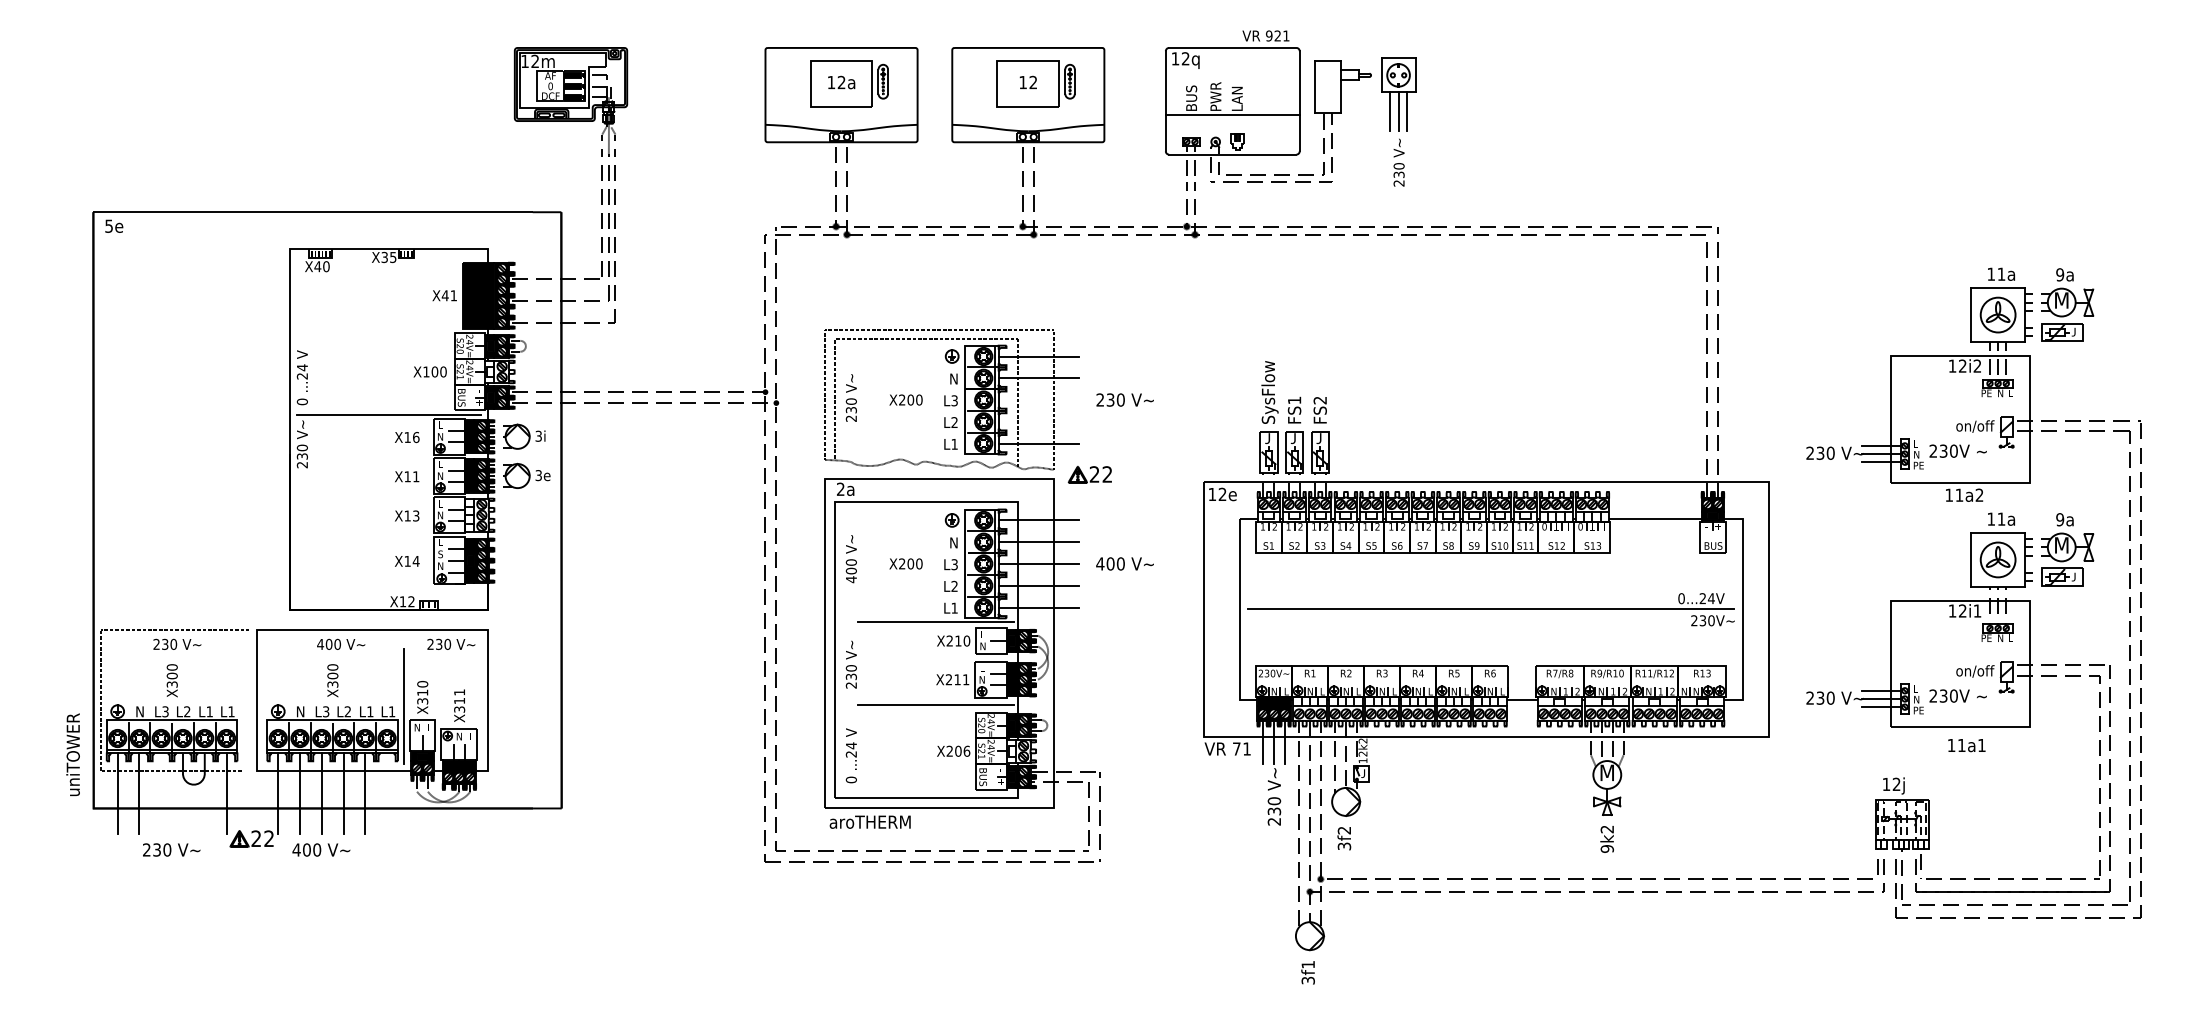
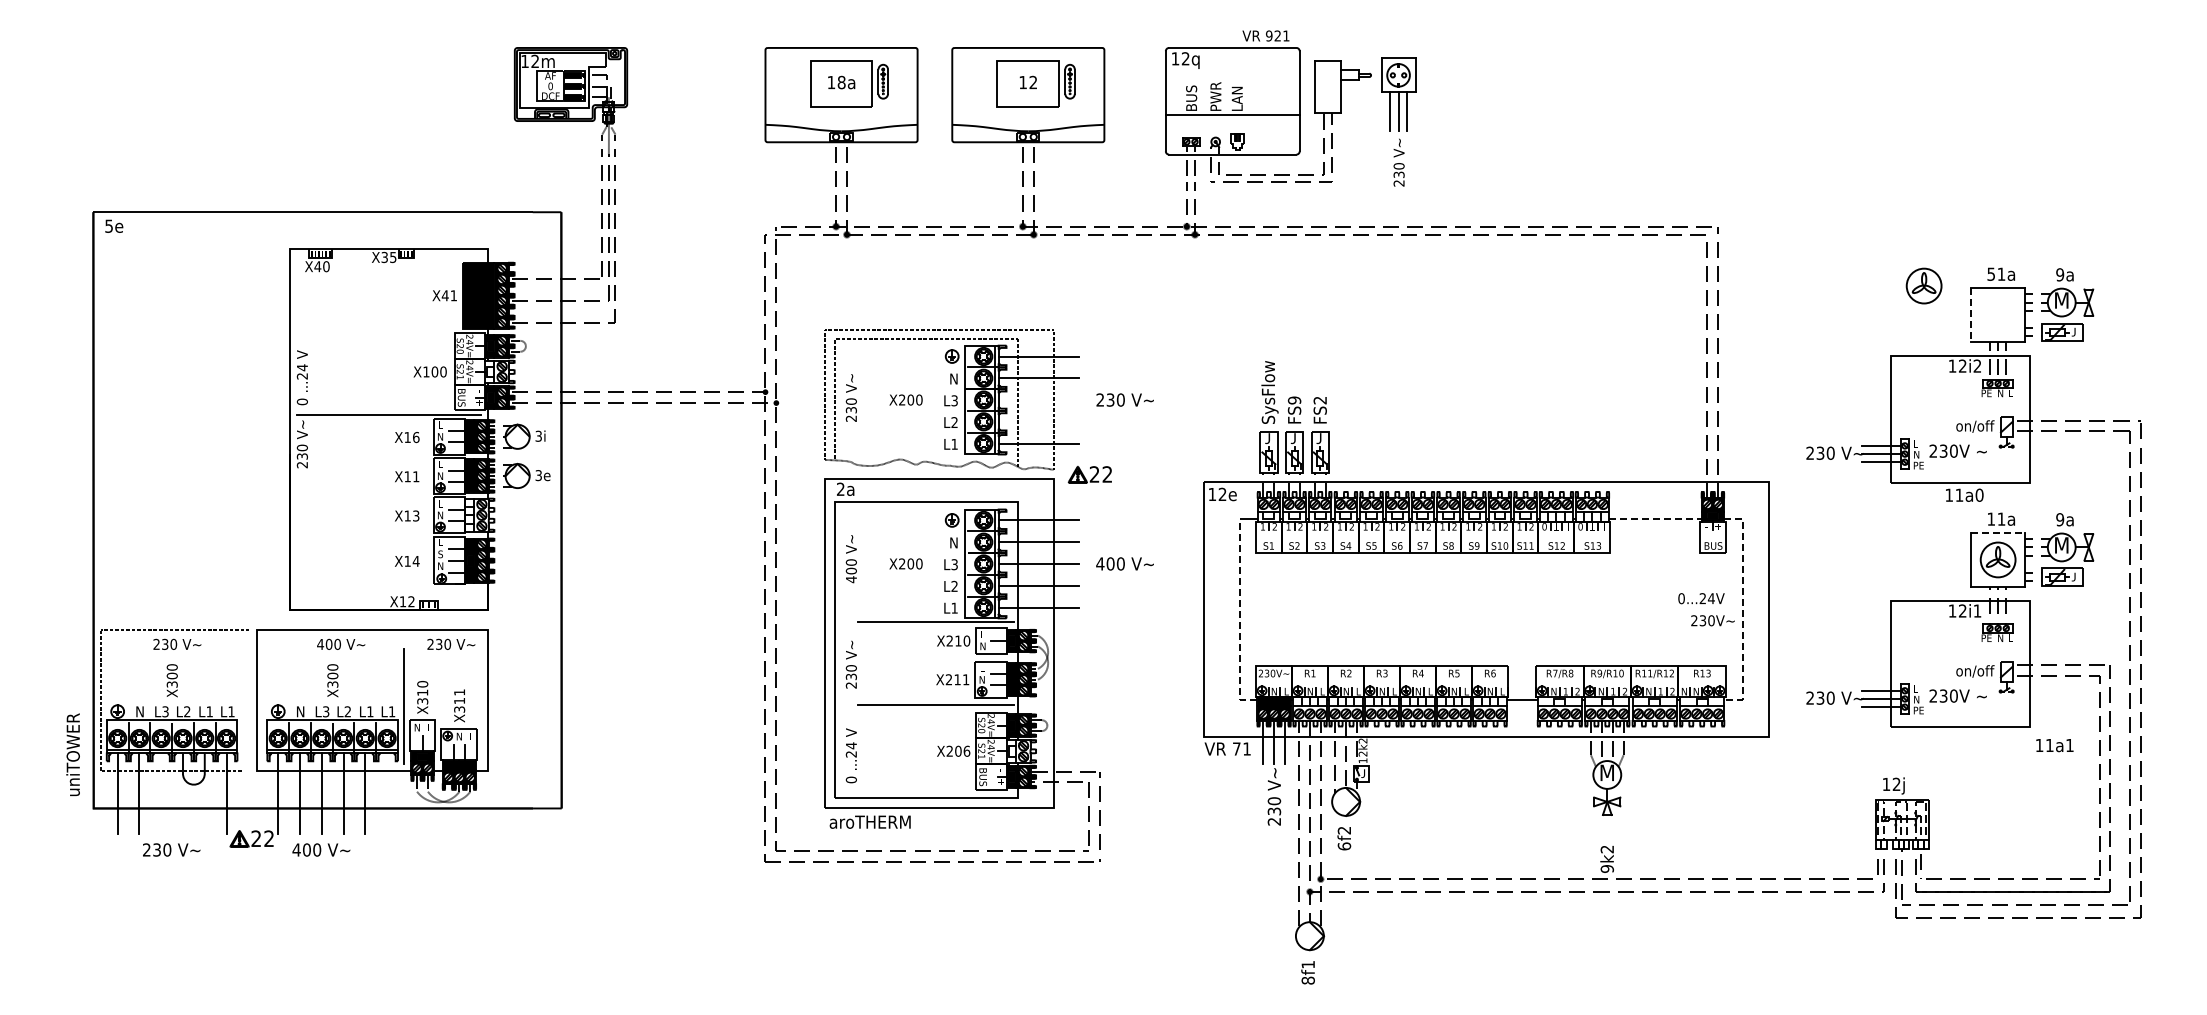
text at (841, 82): 12a -> 18a
text at (1990, 273): 11a -> 51a
part at (1997, 314) position: (1997, 314) -> (1923, 285)
line at (1970, 315): solid -> dashed
text at (1294, 400): FS1 -> FS9
text at (1979, 494): 11a2 -> 11a0
line at (1655, 518): solid -> dashed
line at (1998, 532): solid -> dashed
line at (1490, 609): present -> none
line at (1742, 609): solid -> dashed
line at (1240, 618): solid -> dashed
text at (1966, 745) position: (1966, 745) -> (2054, 745)
text at (1606, 839) position: (1606, 839) -> (1606, 859)
text at (1344, 846): 3f2 -> 6f2
text at (1307, 980): 3f1 -> 8f1
